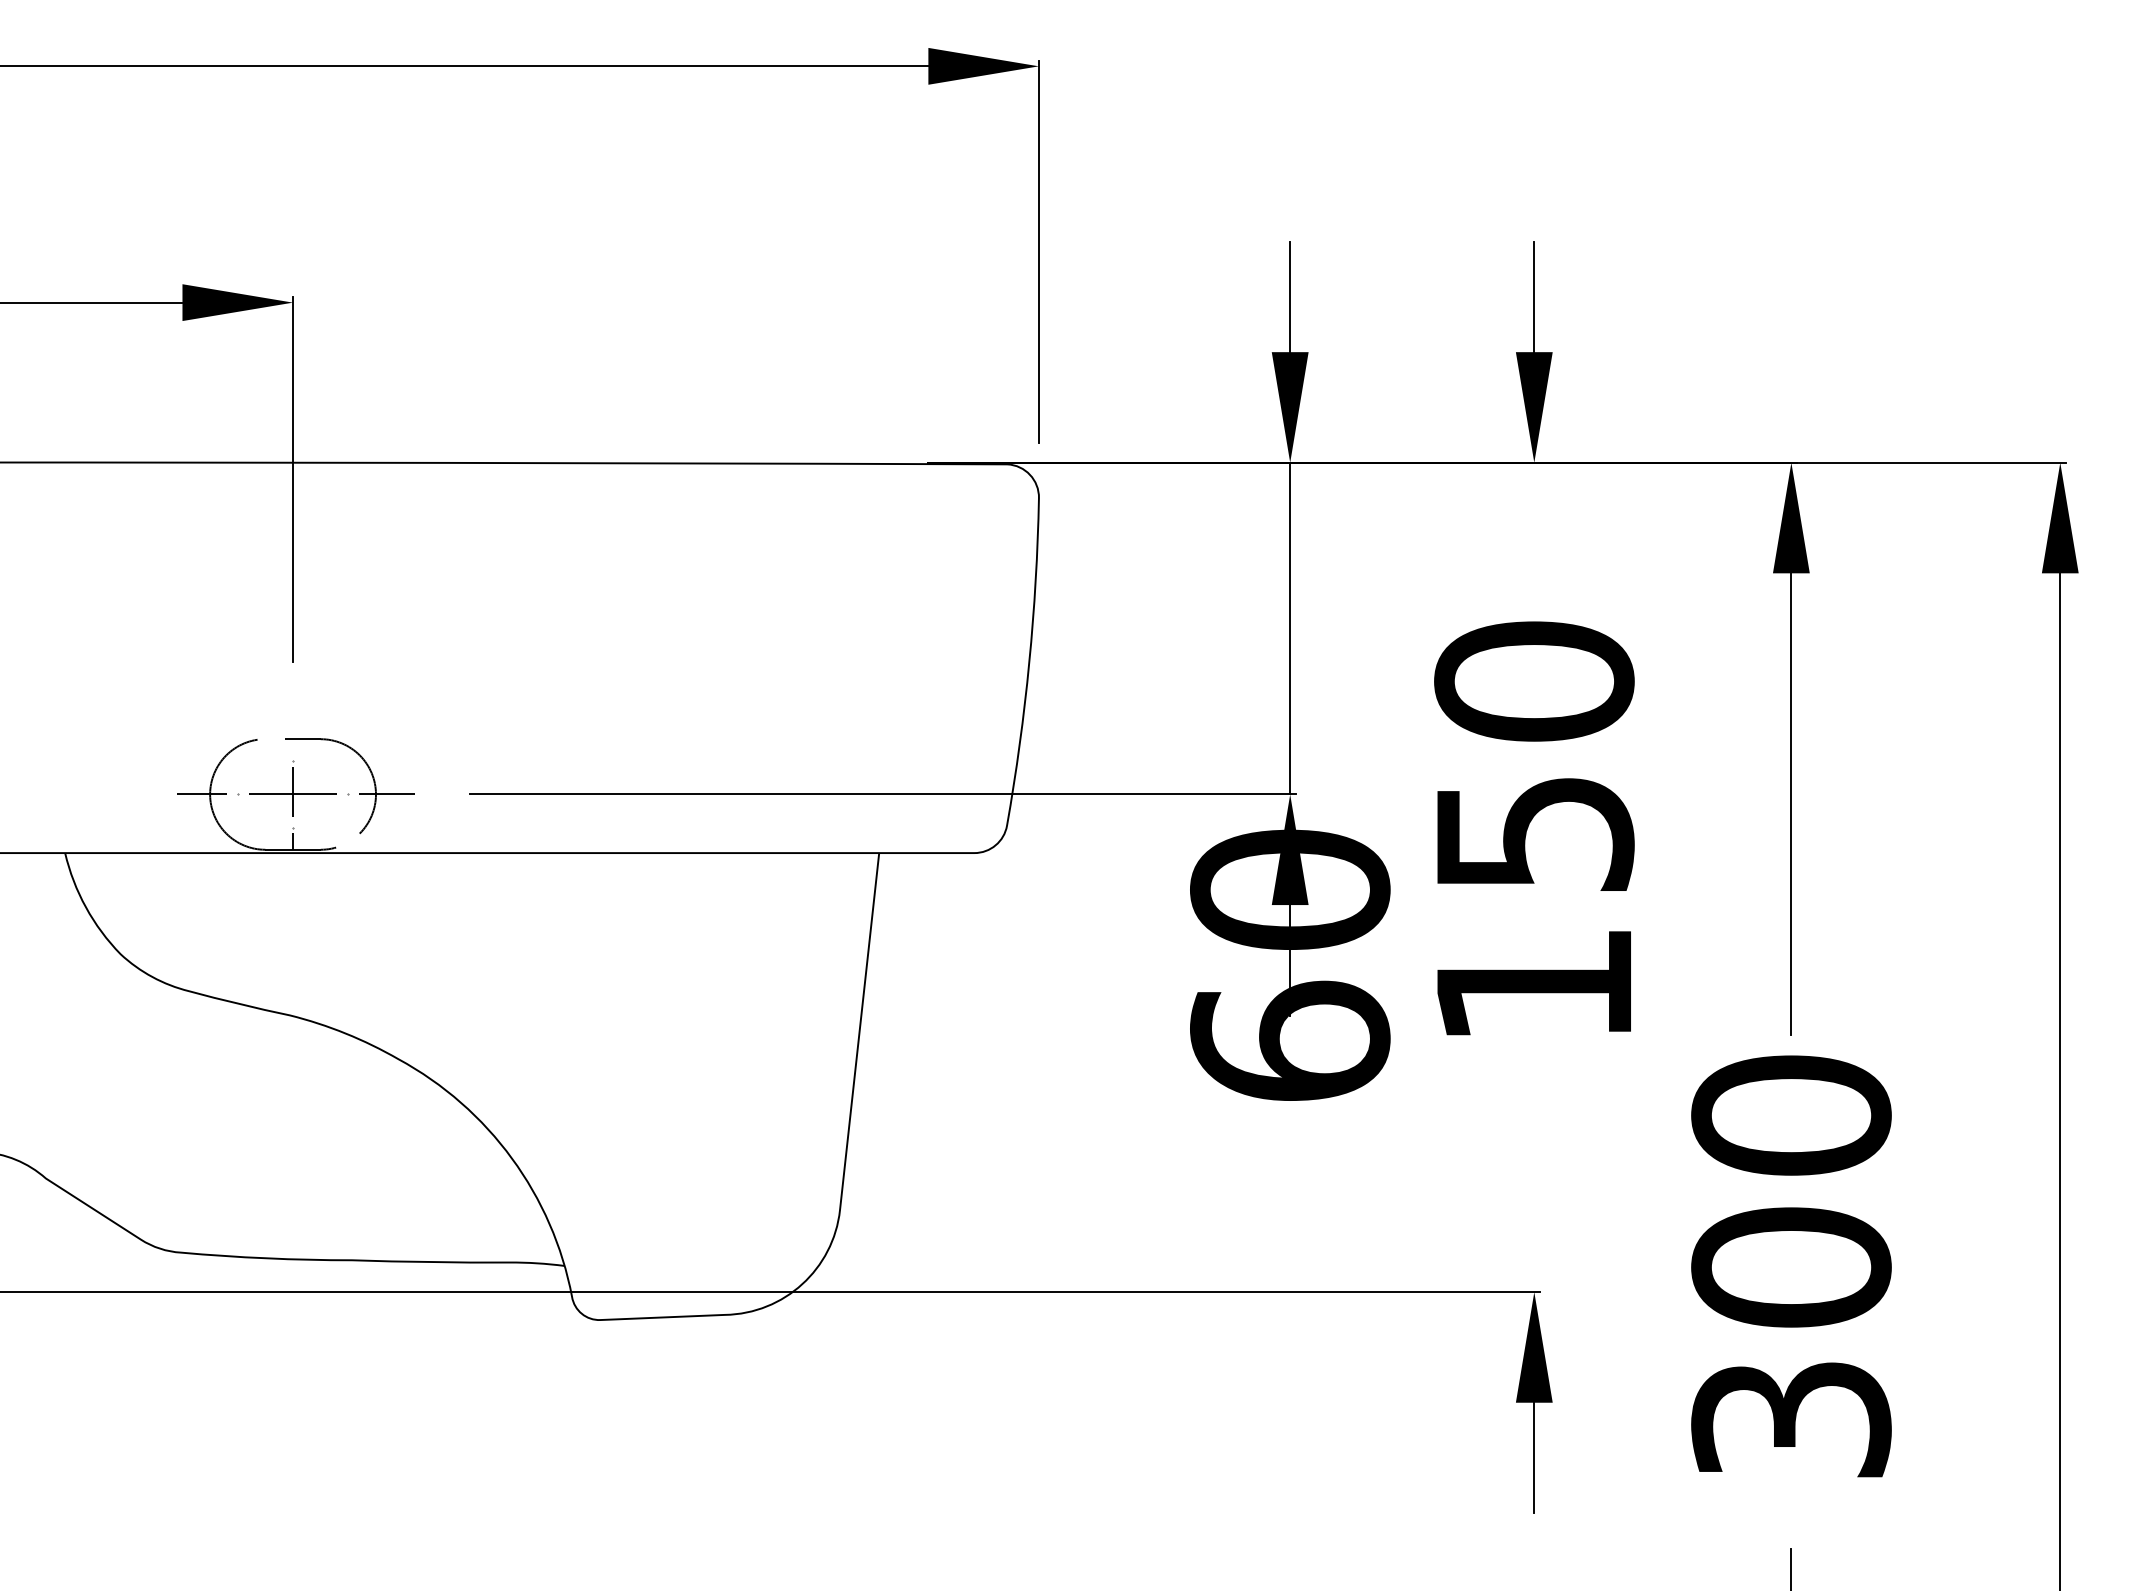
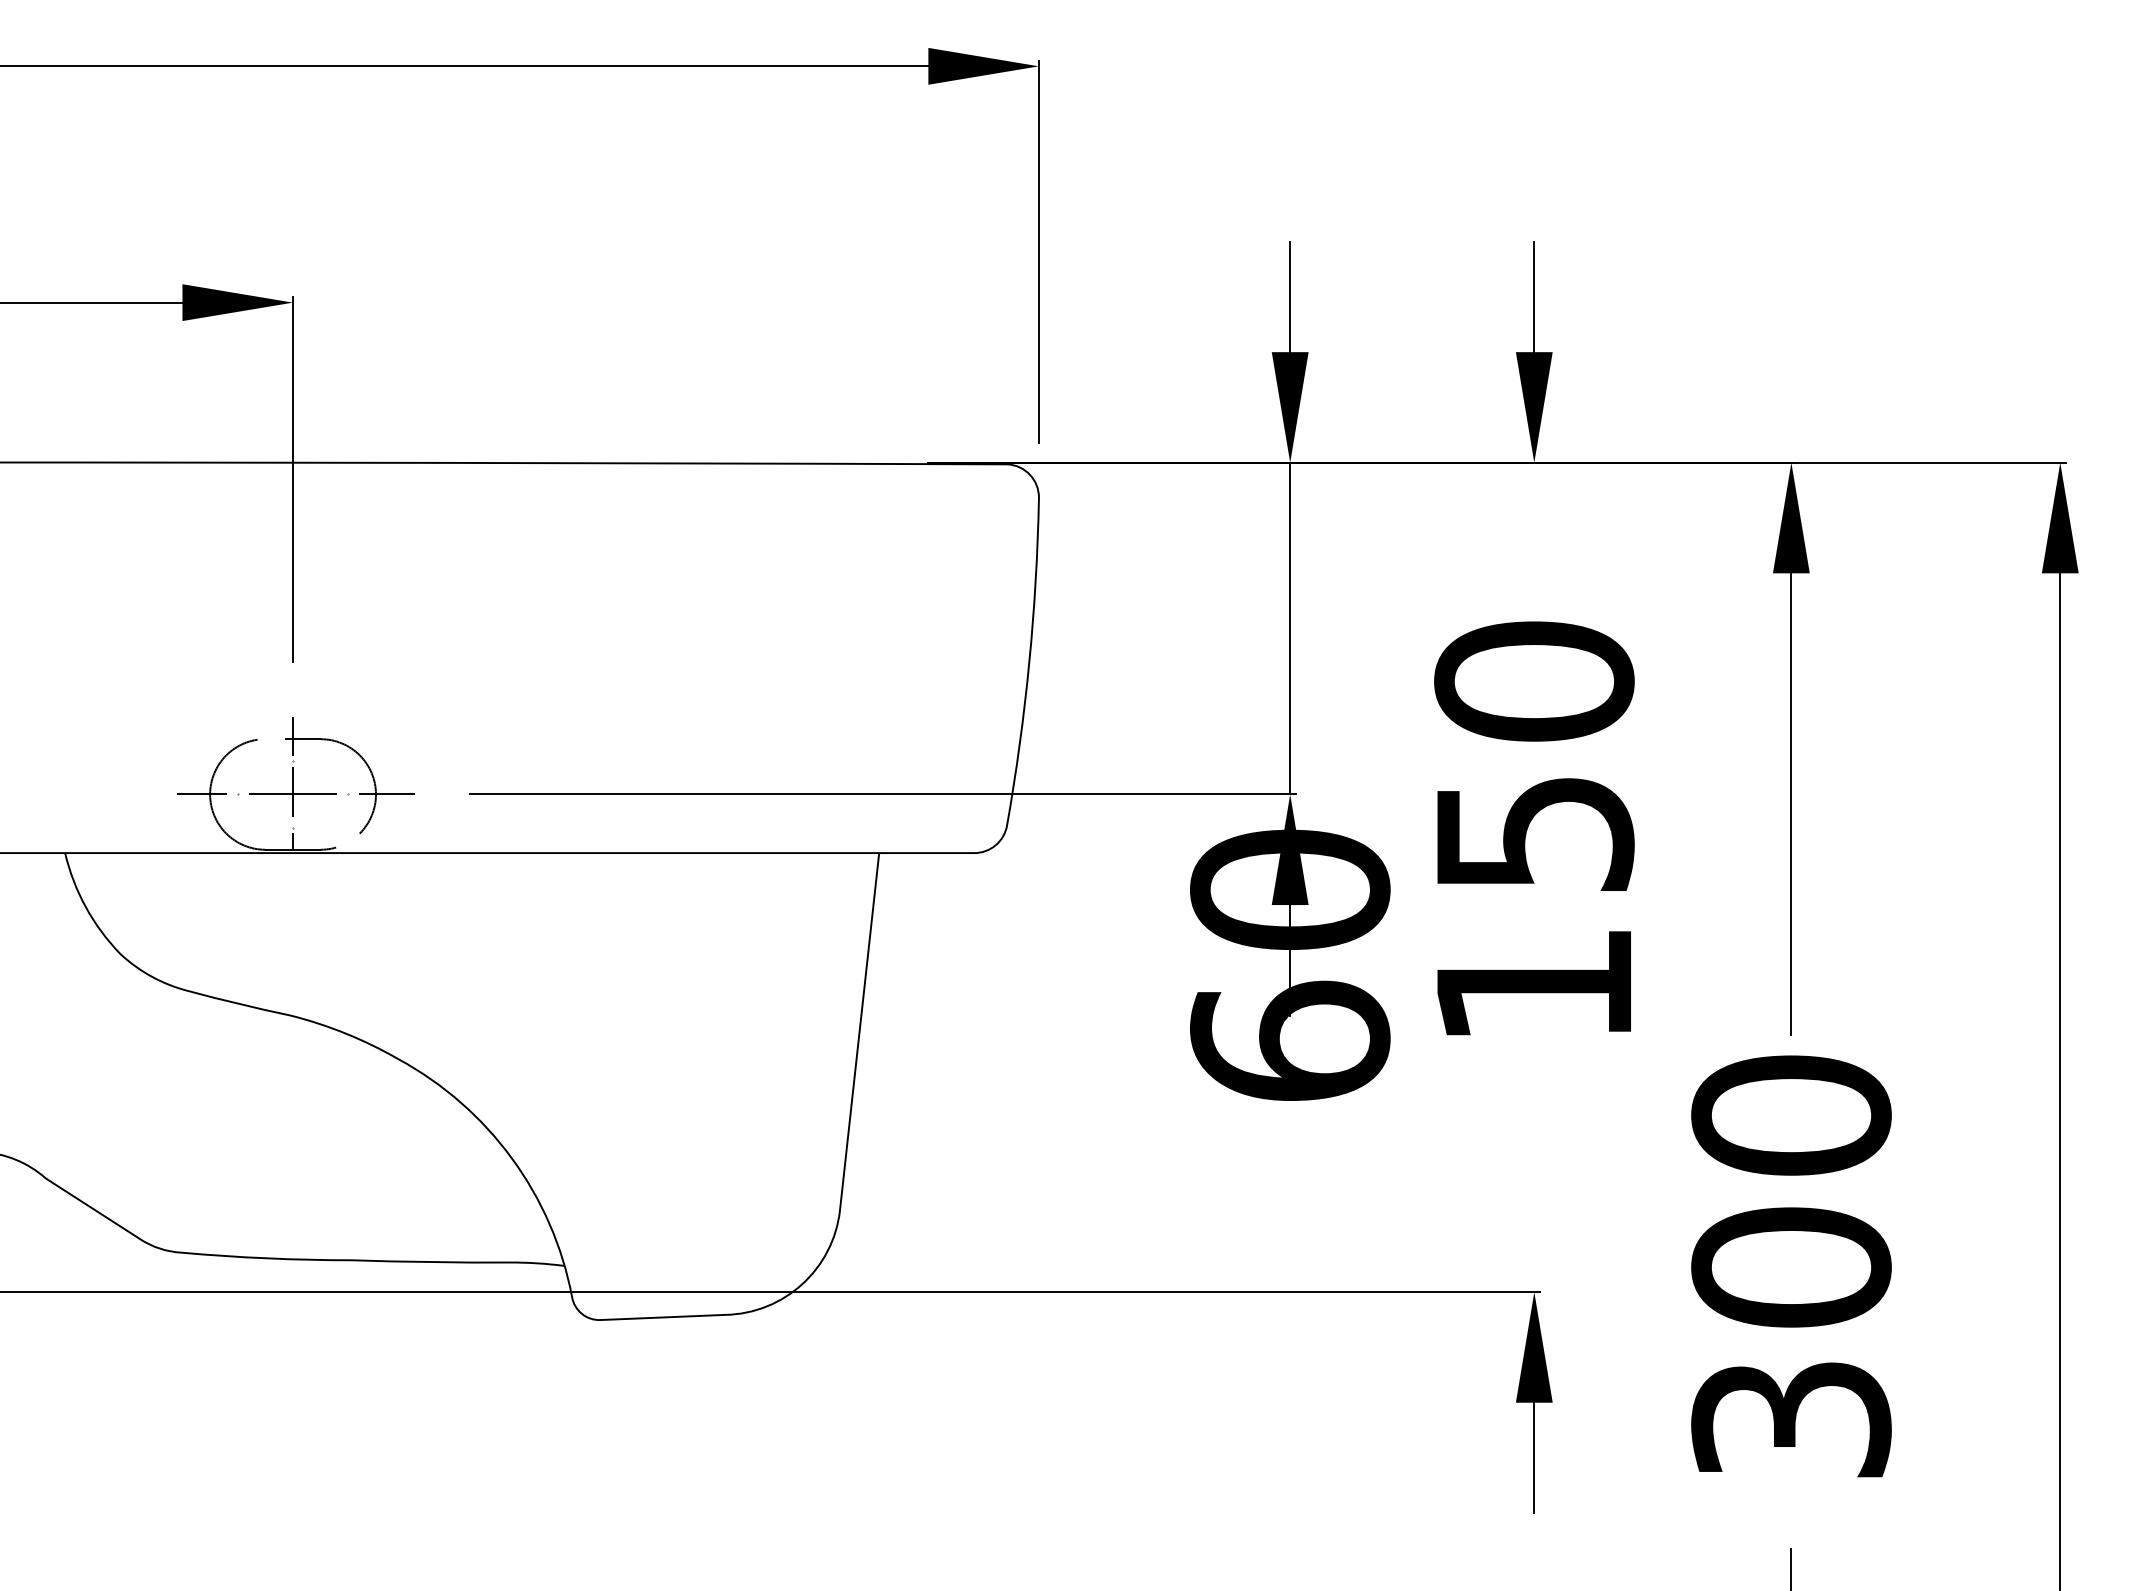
line at (293, 736): none -> present
